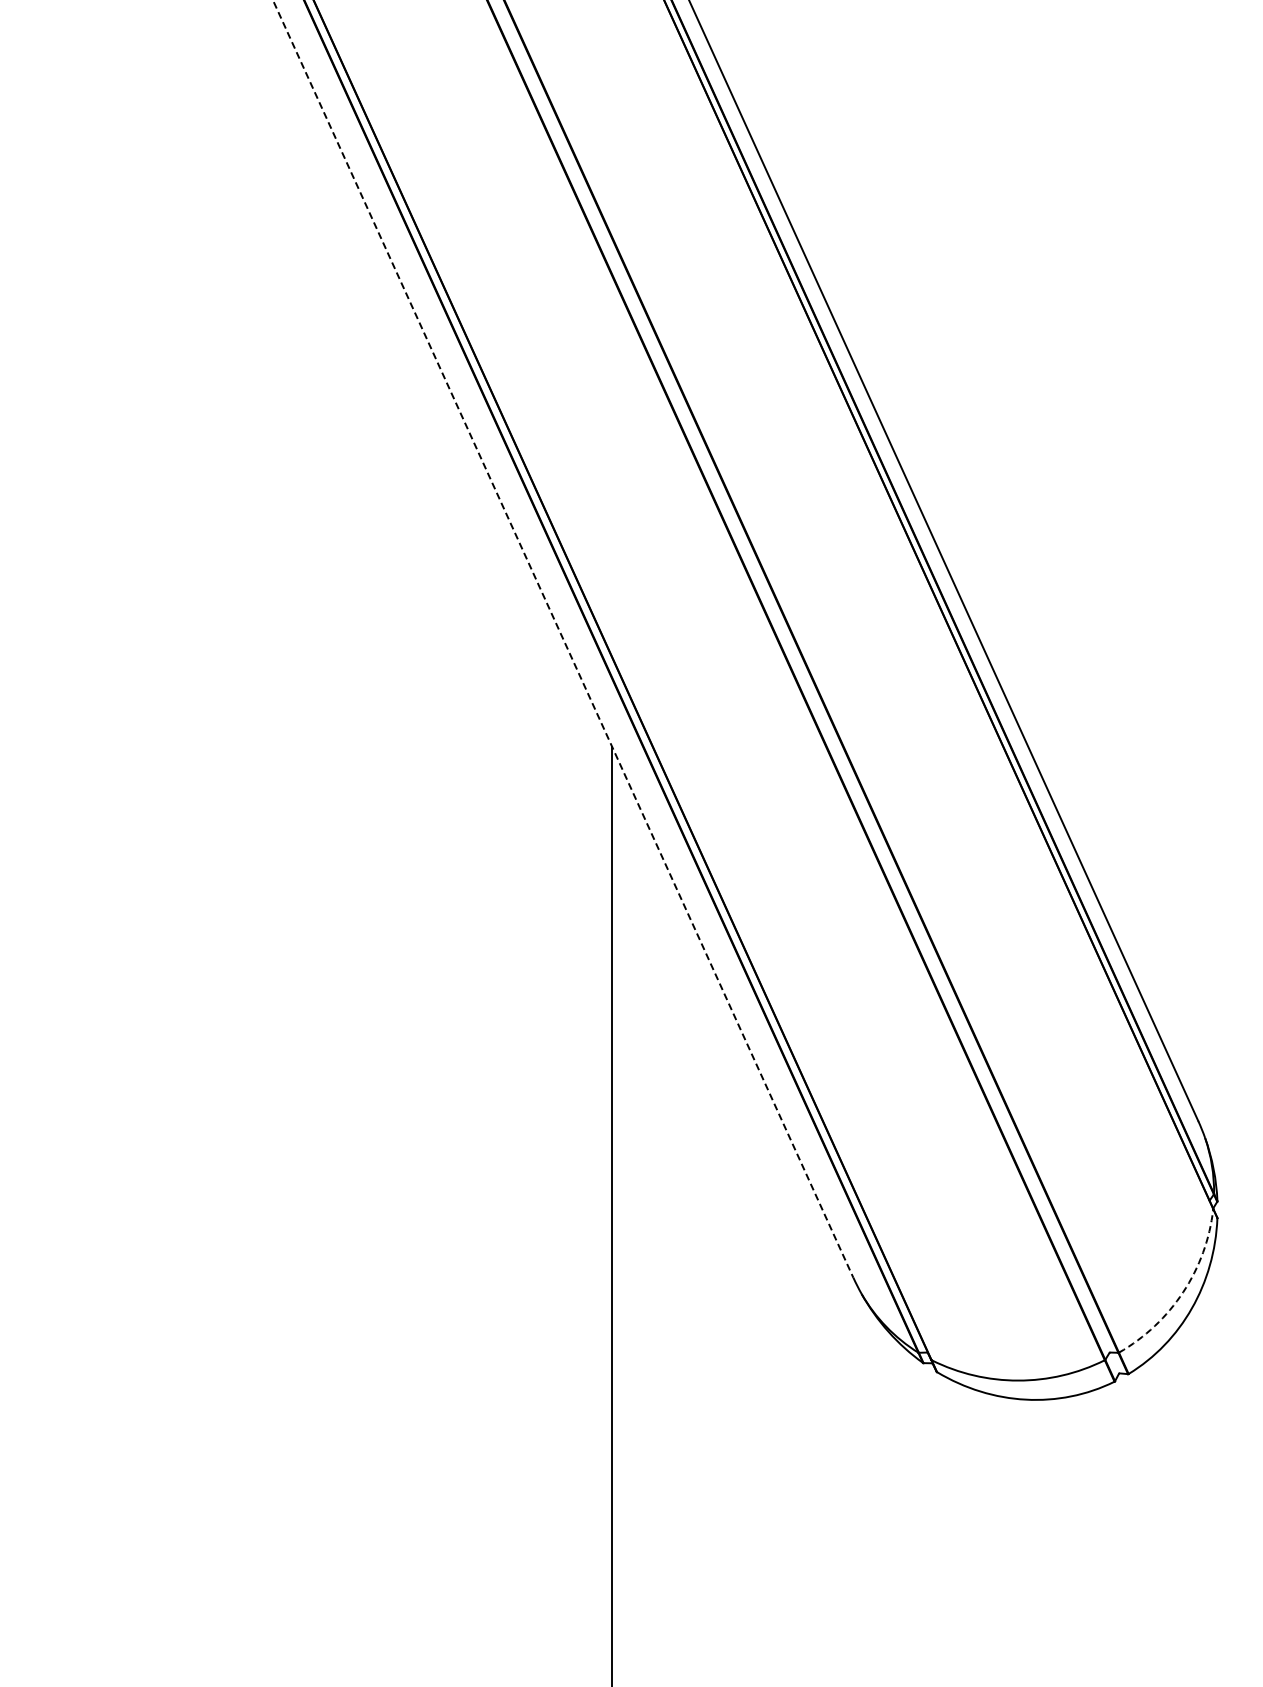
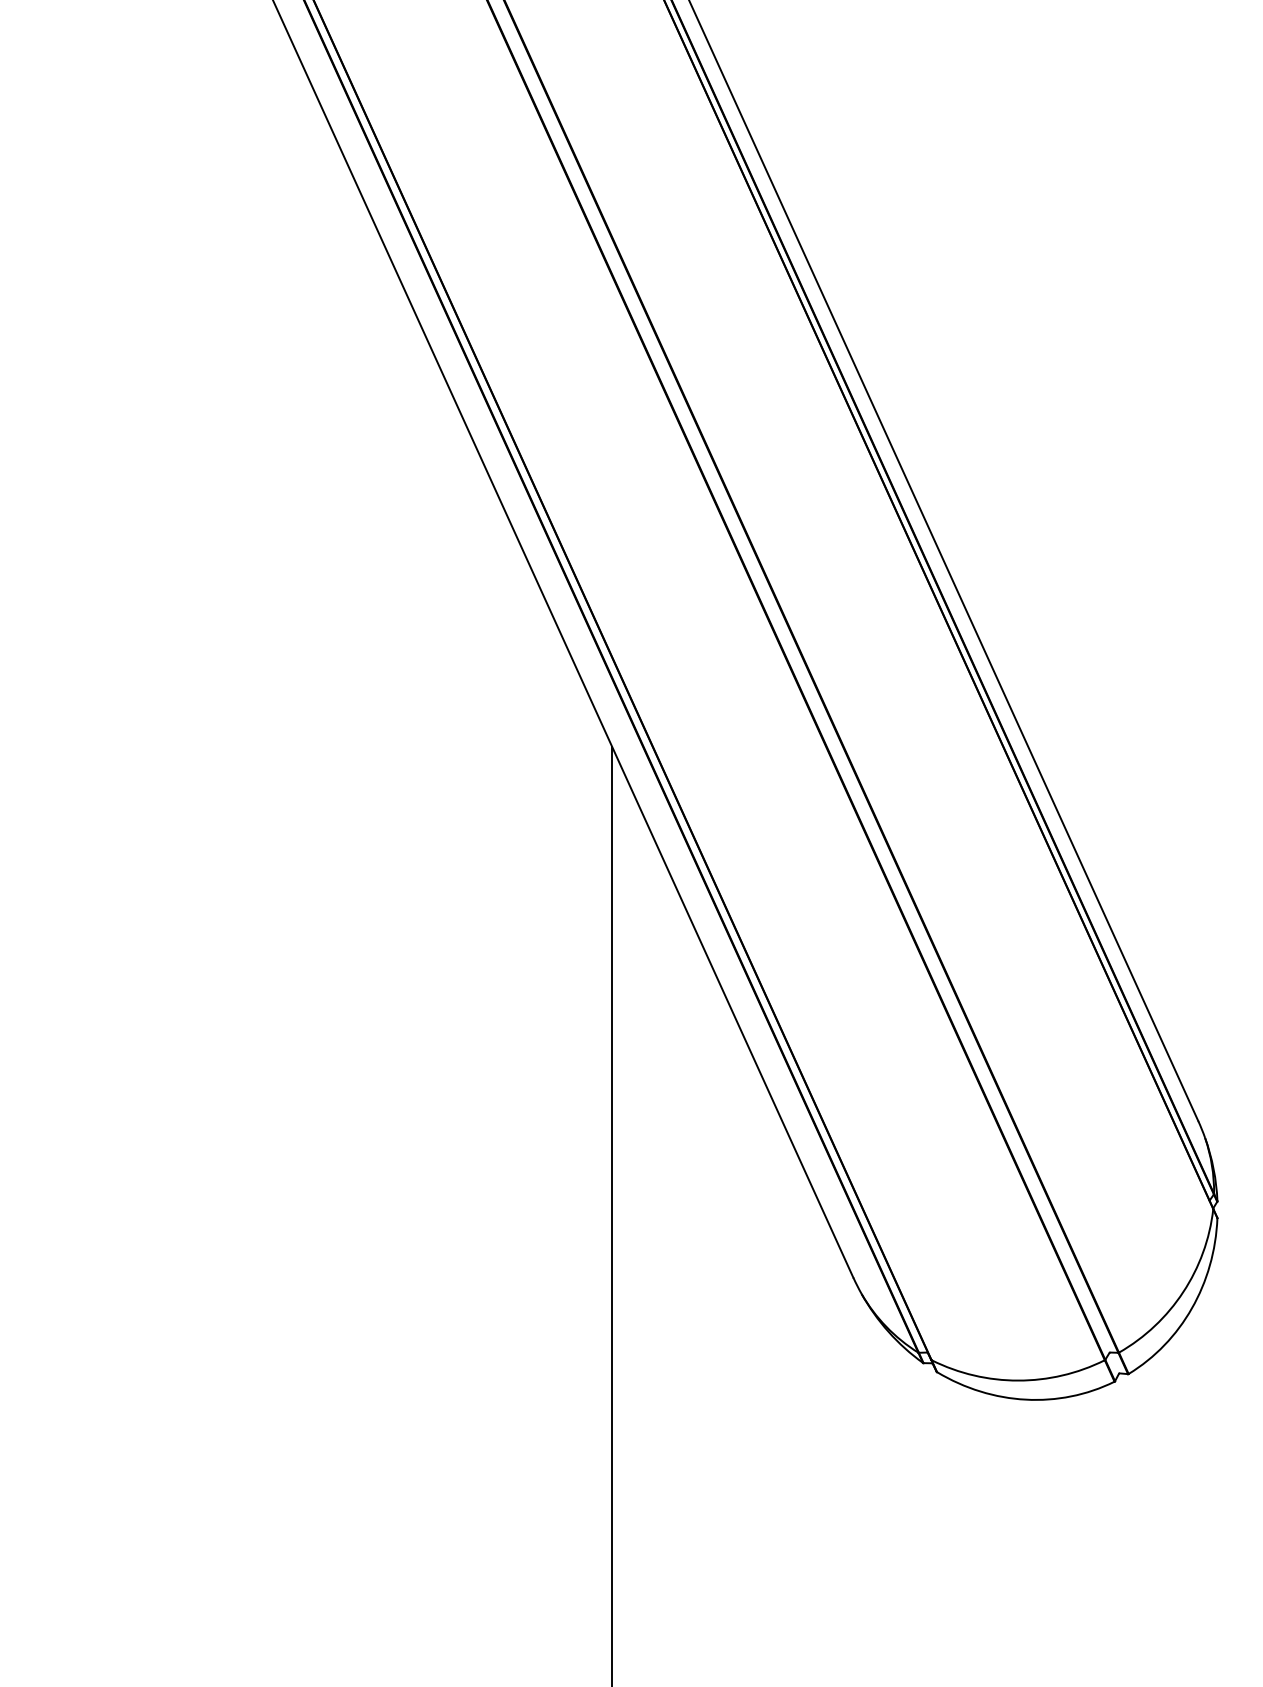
line at (563, 639): dashed -> solid
arc at (1183, 1292): dashed -> solid
